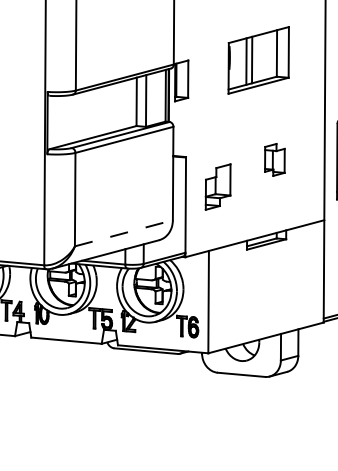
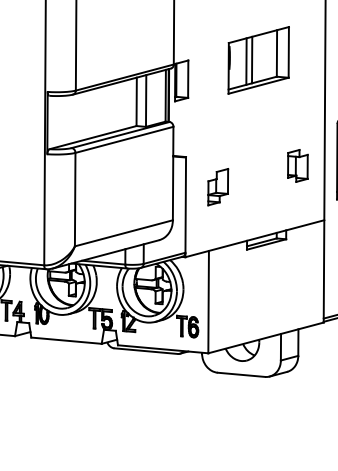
part at (274, 159) position: (274, 159) -> (297, 165)
part at (217, 186) size: 28x48 px -> 23x39 px
line at (123, 233): dashed -> solid
